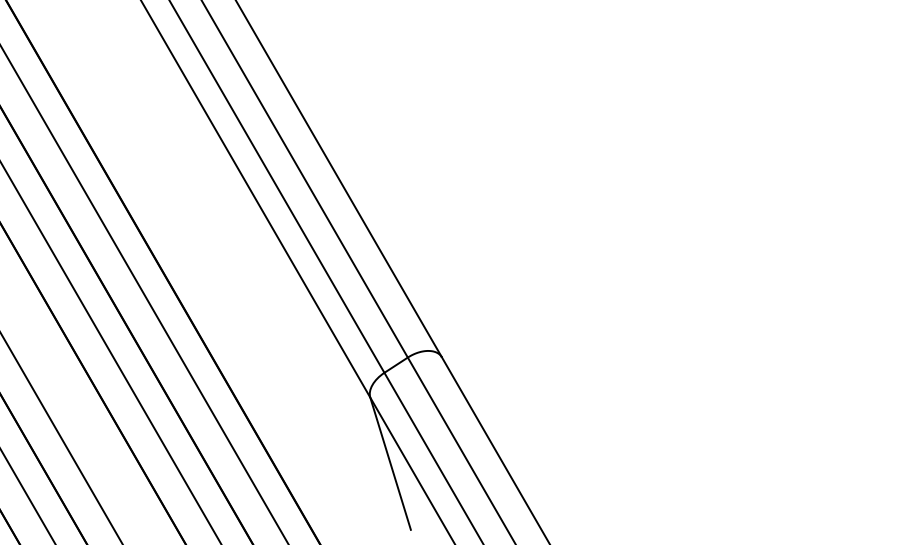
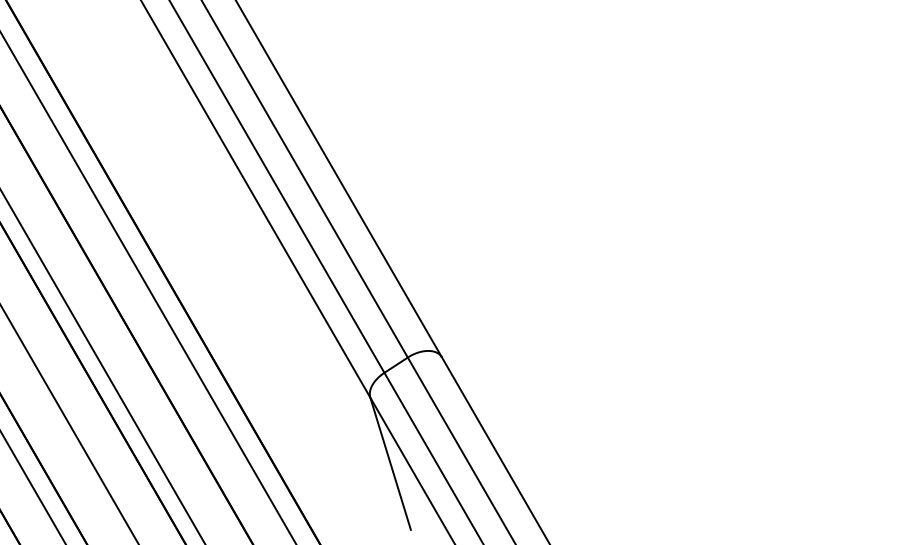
line at (144, 294) position: (144, 294) -> (148, 288)
line at (110, 352) position: (110, 352) -> (102, 366)
line at (61, 438) position: (61, 438) -> (69, 424)
line at (28, 496) position: (28, 496) -> (33, 487)
